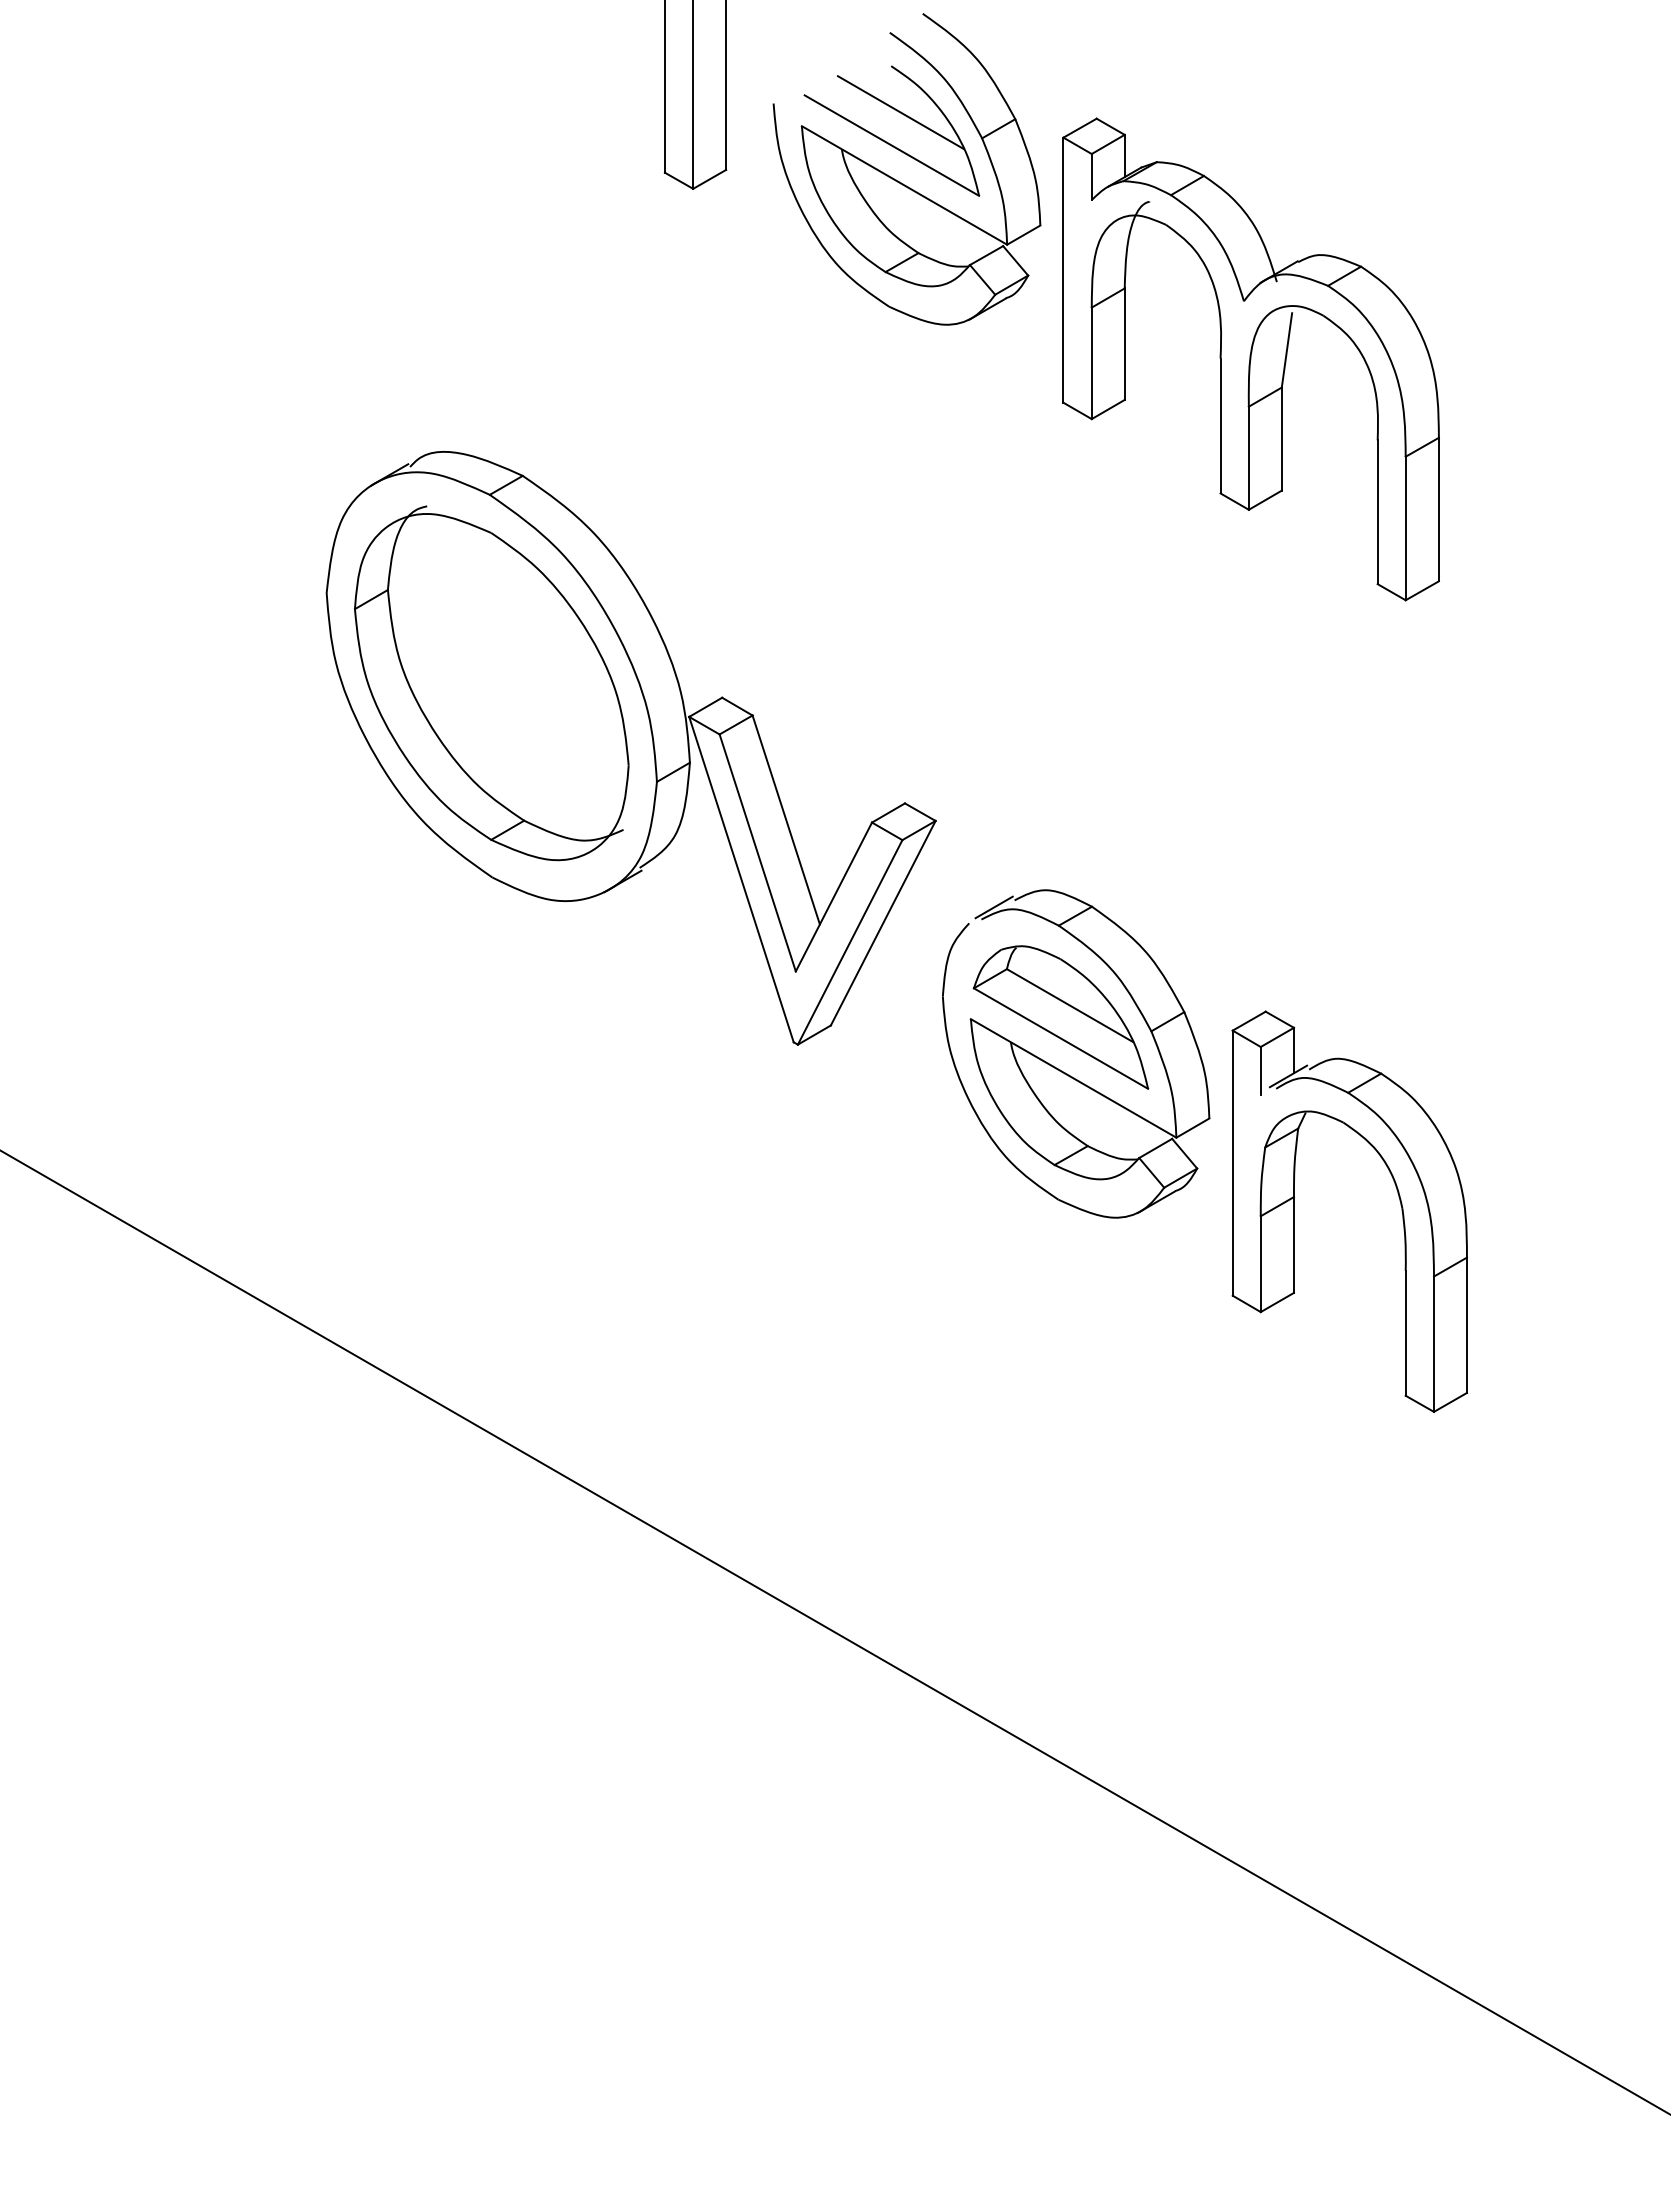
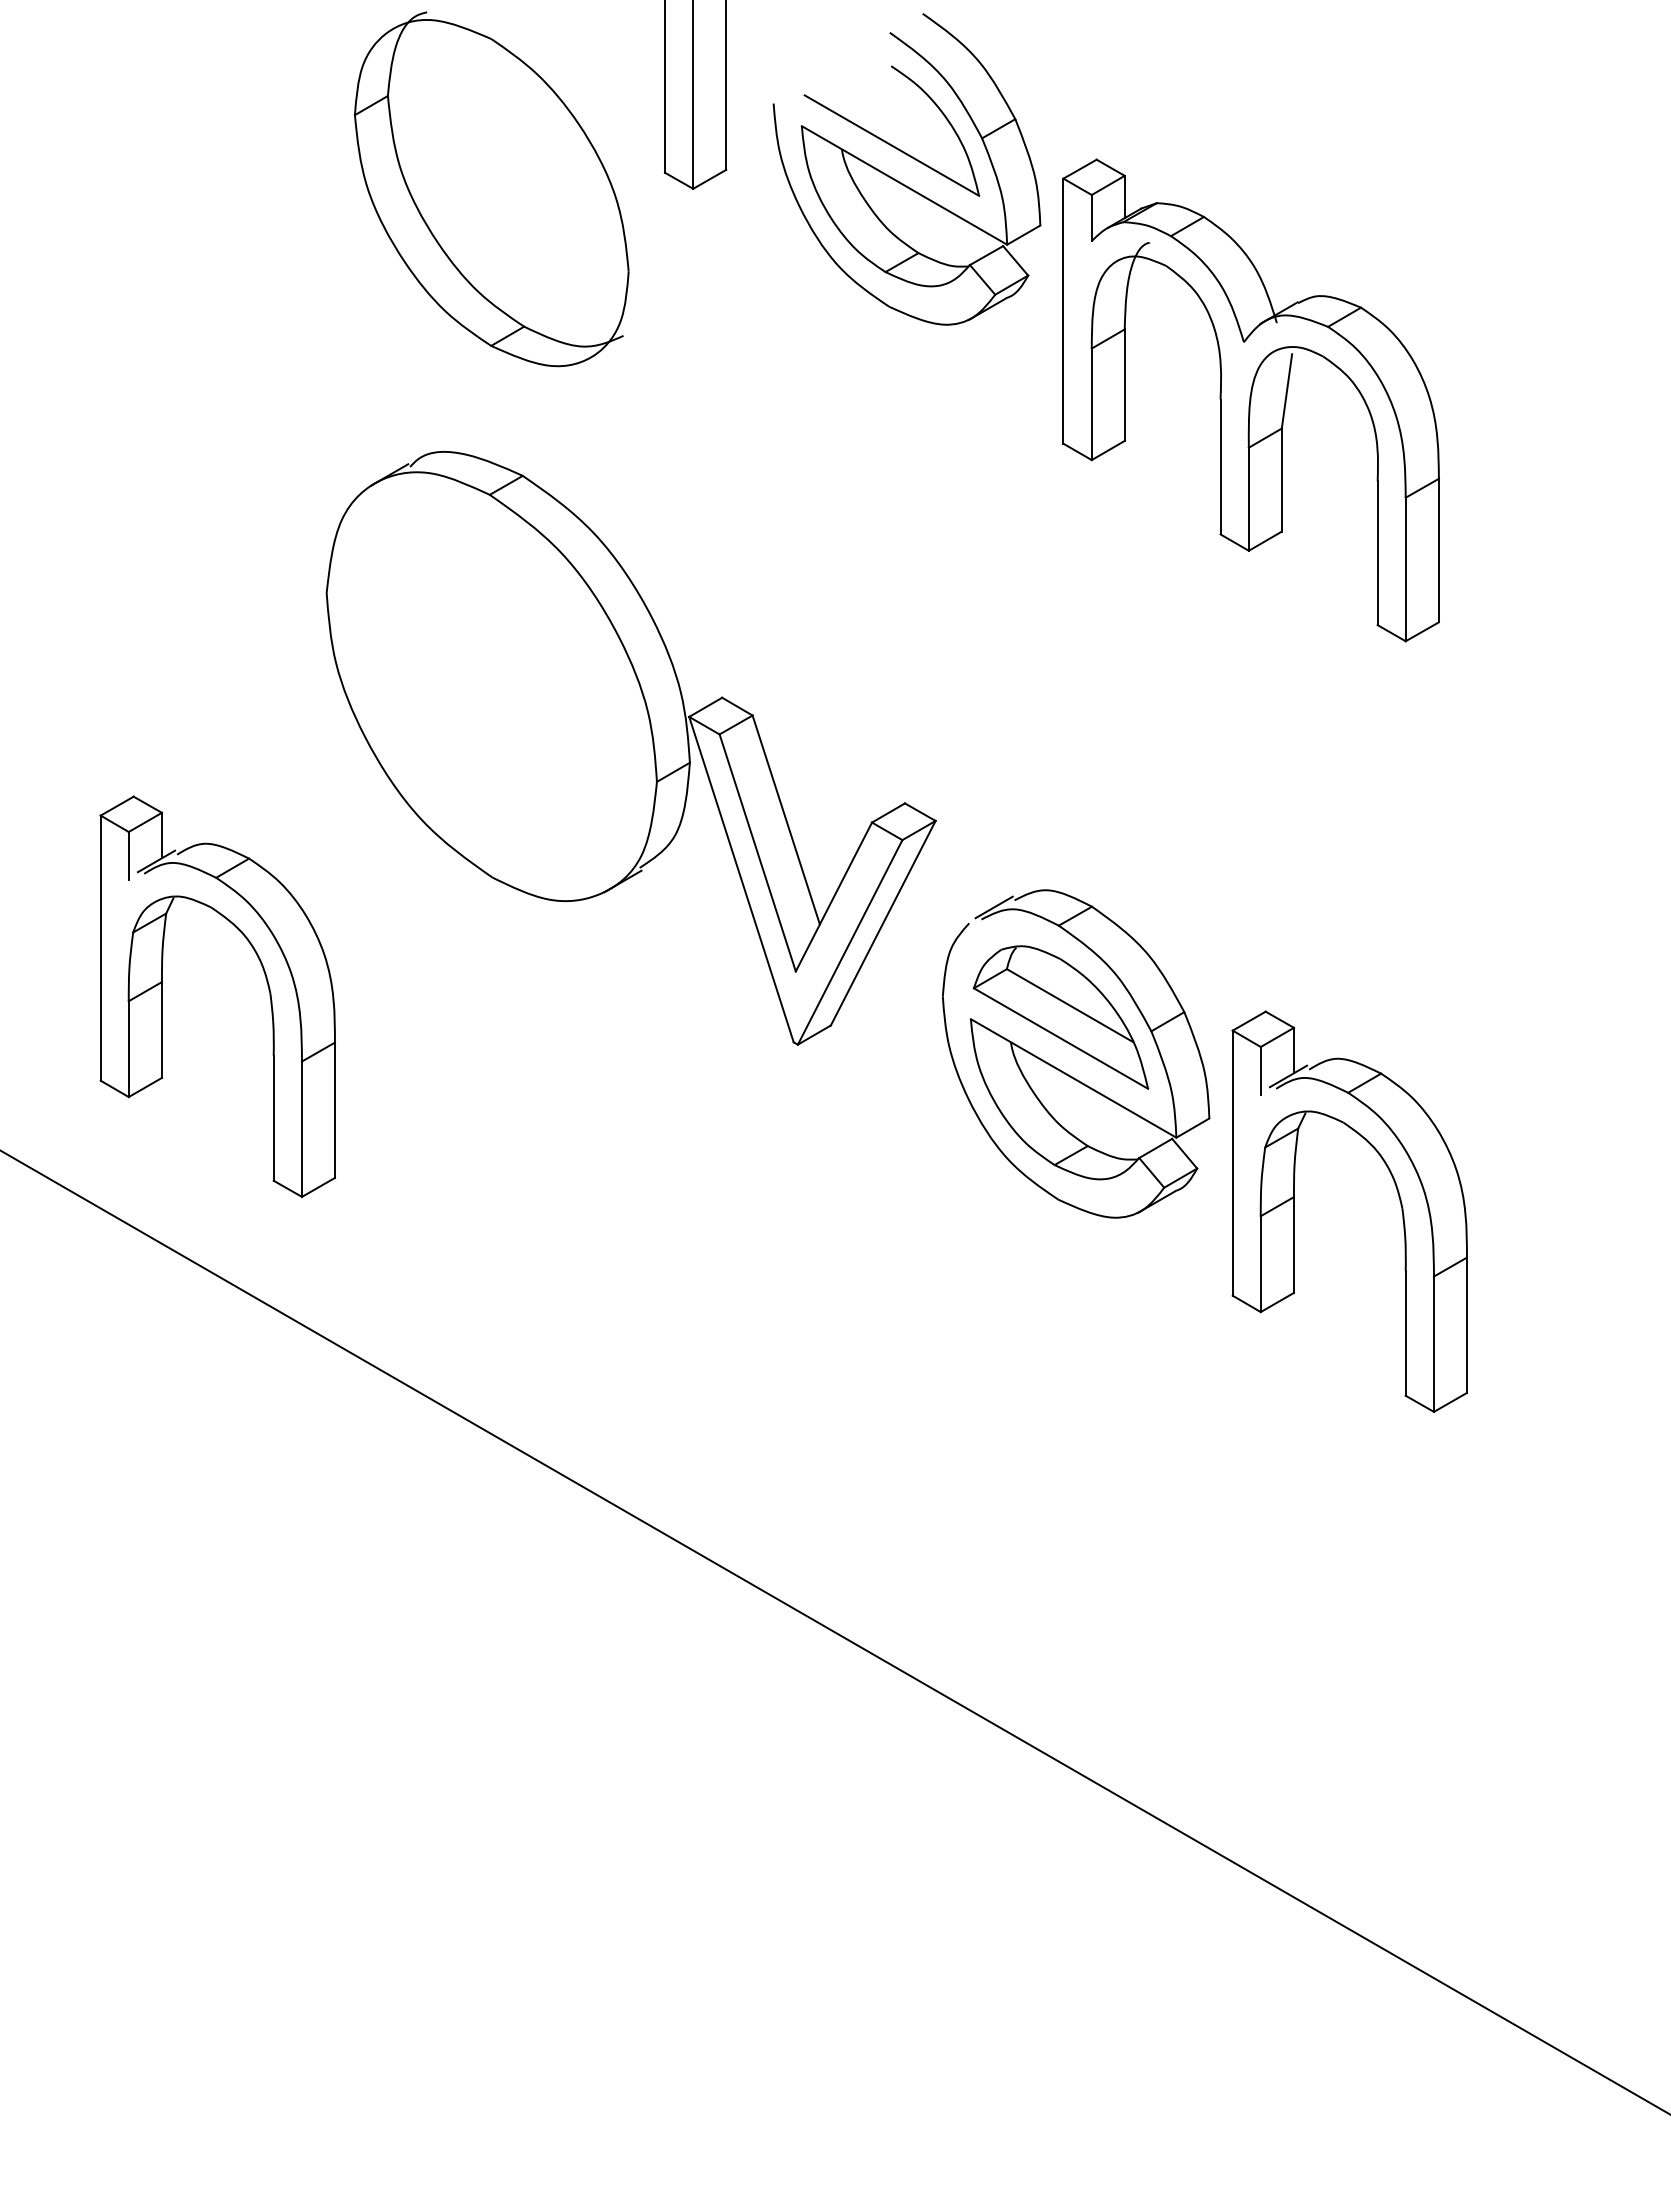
line at (900, 112): present -> none
part at (1250, 359) position: (1250, 359) -> (1250, 400)
part at (491, 683) position: (491, 683) -> (491, 189)
part at (266, 982): none -> present
